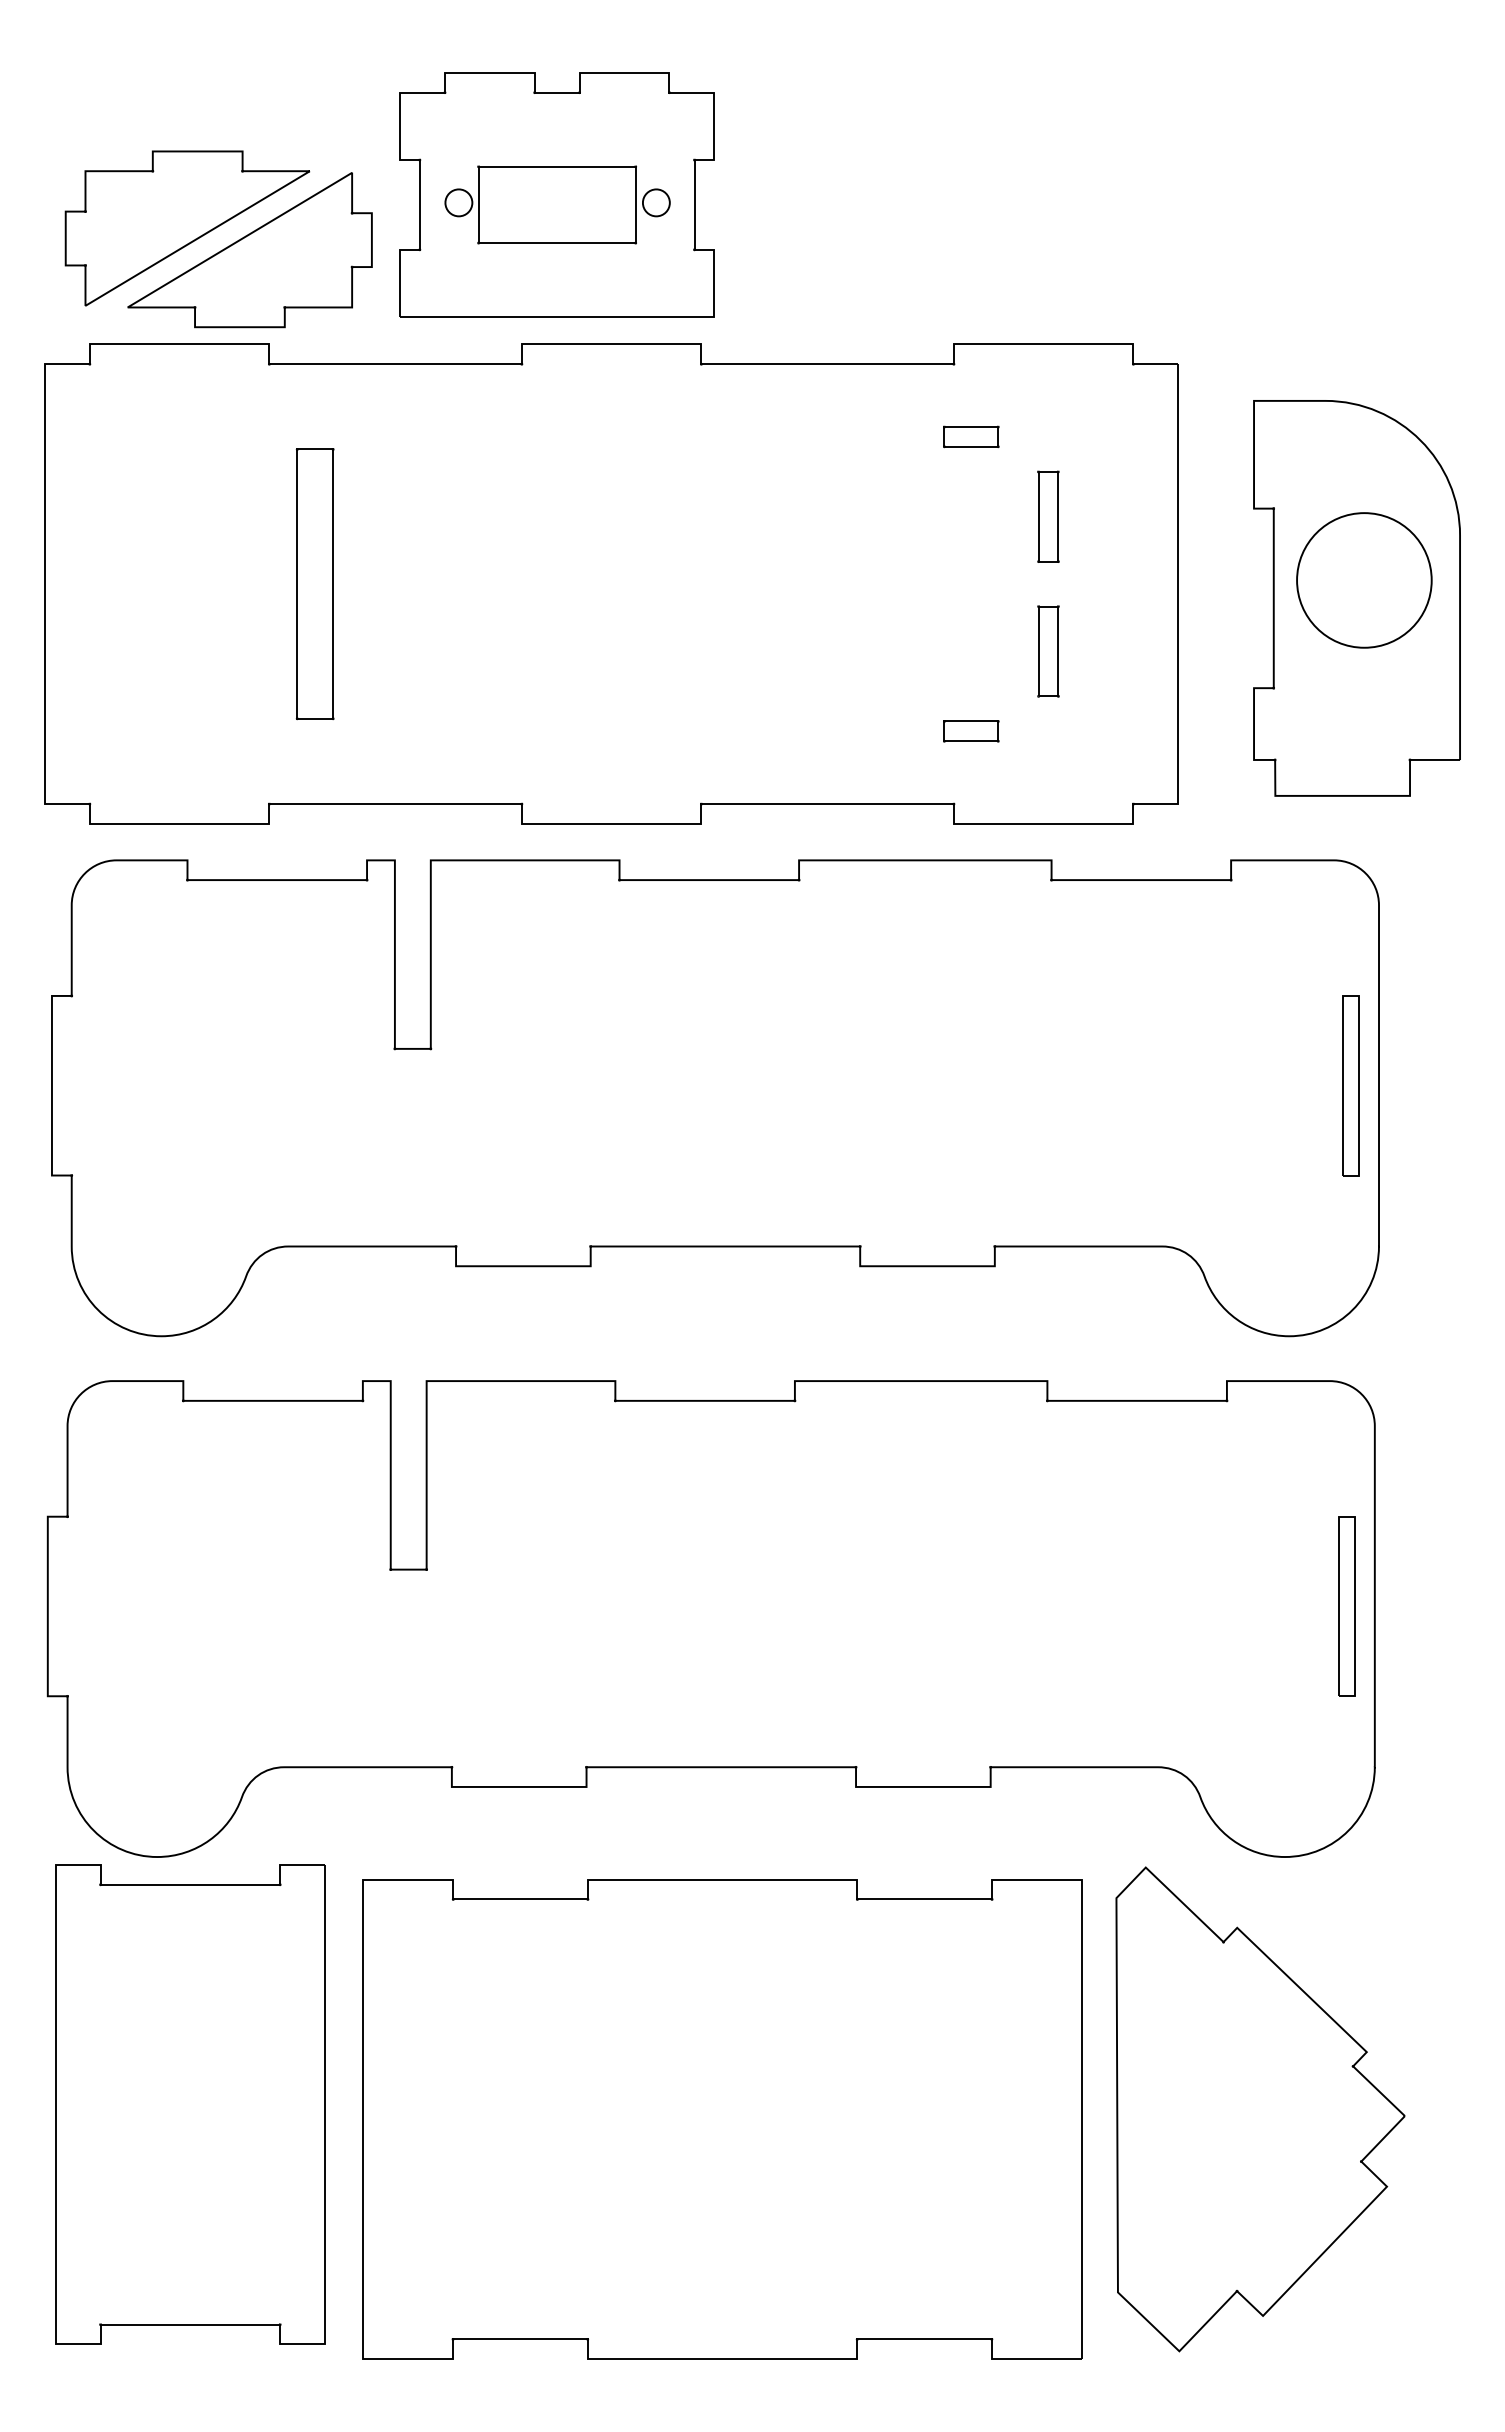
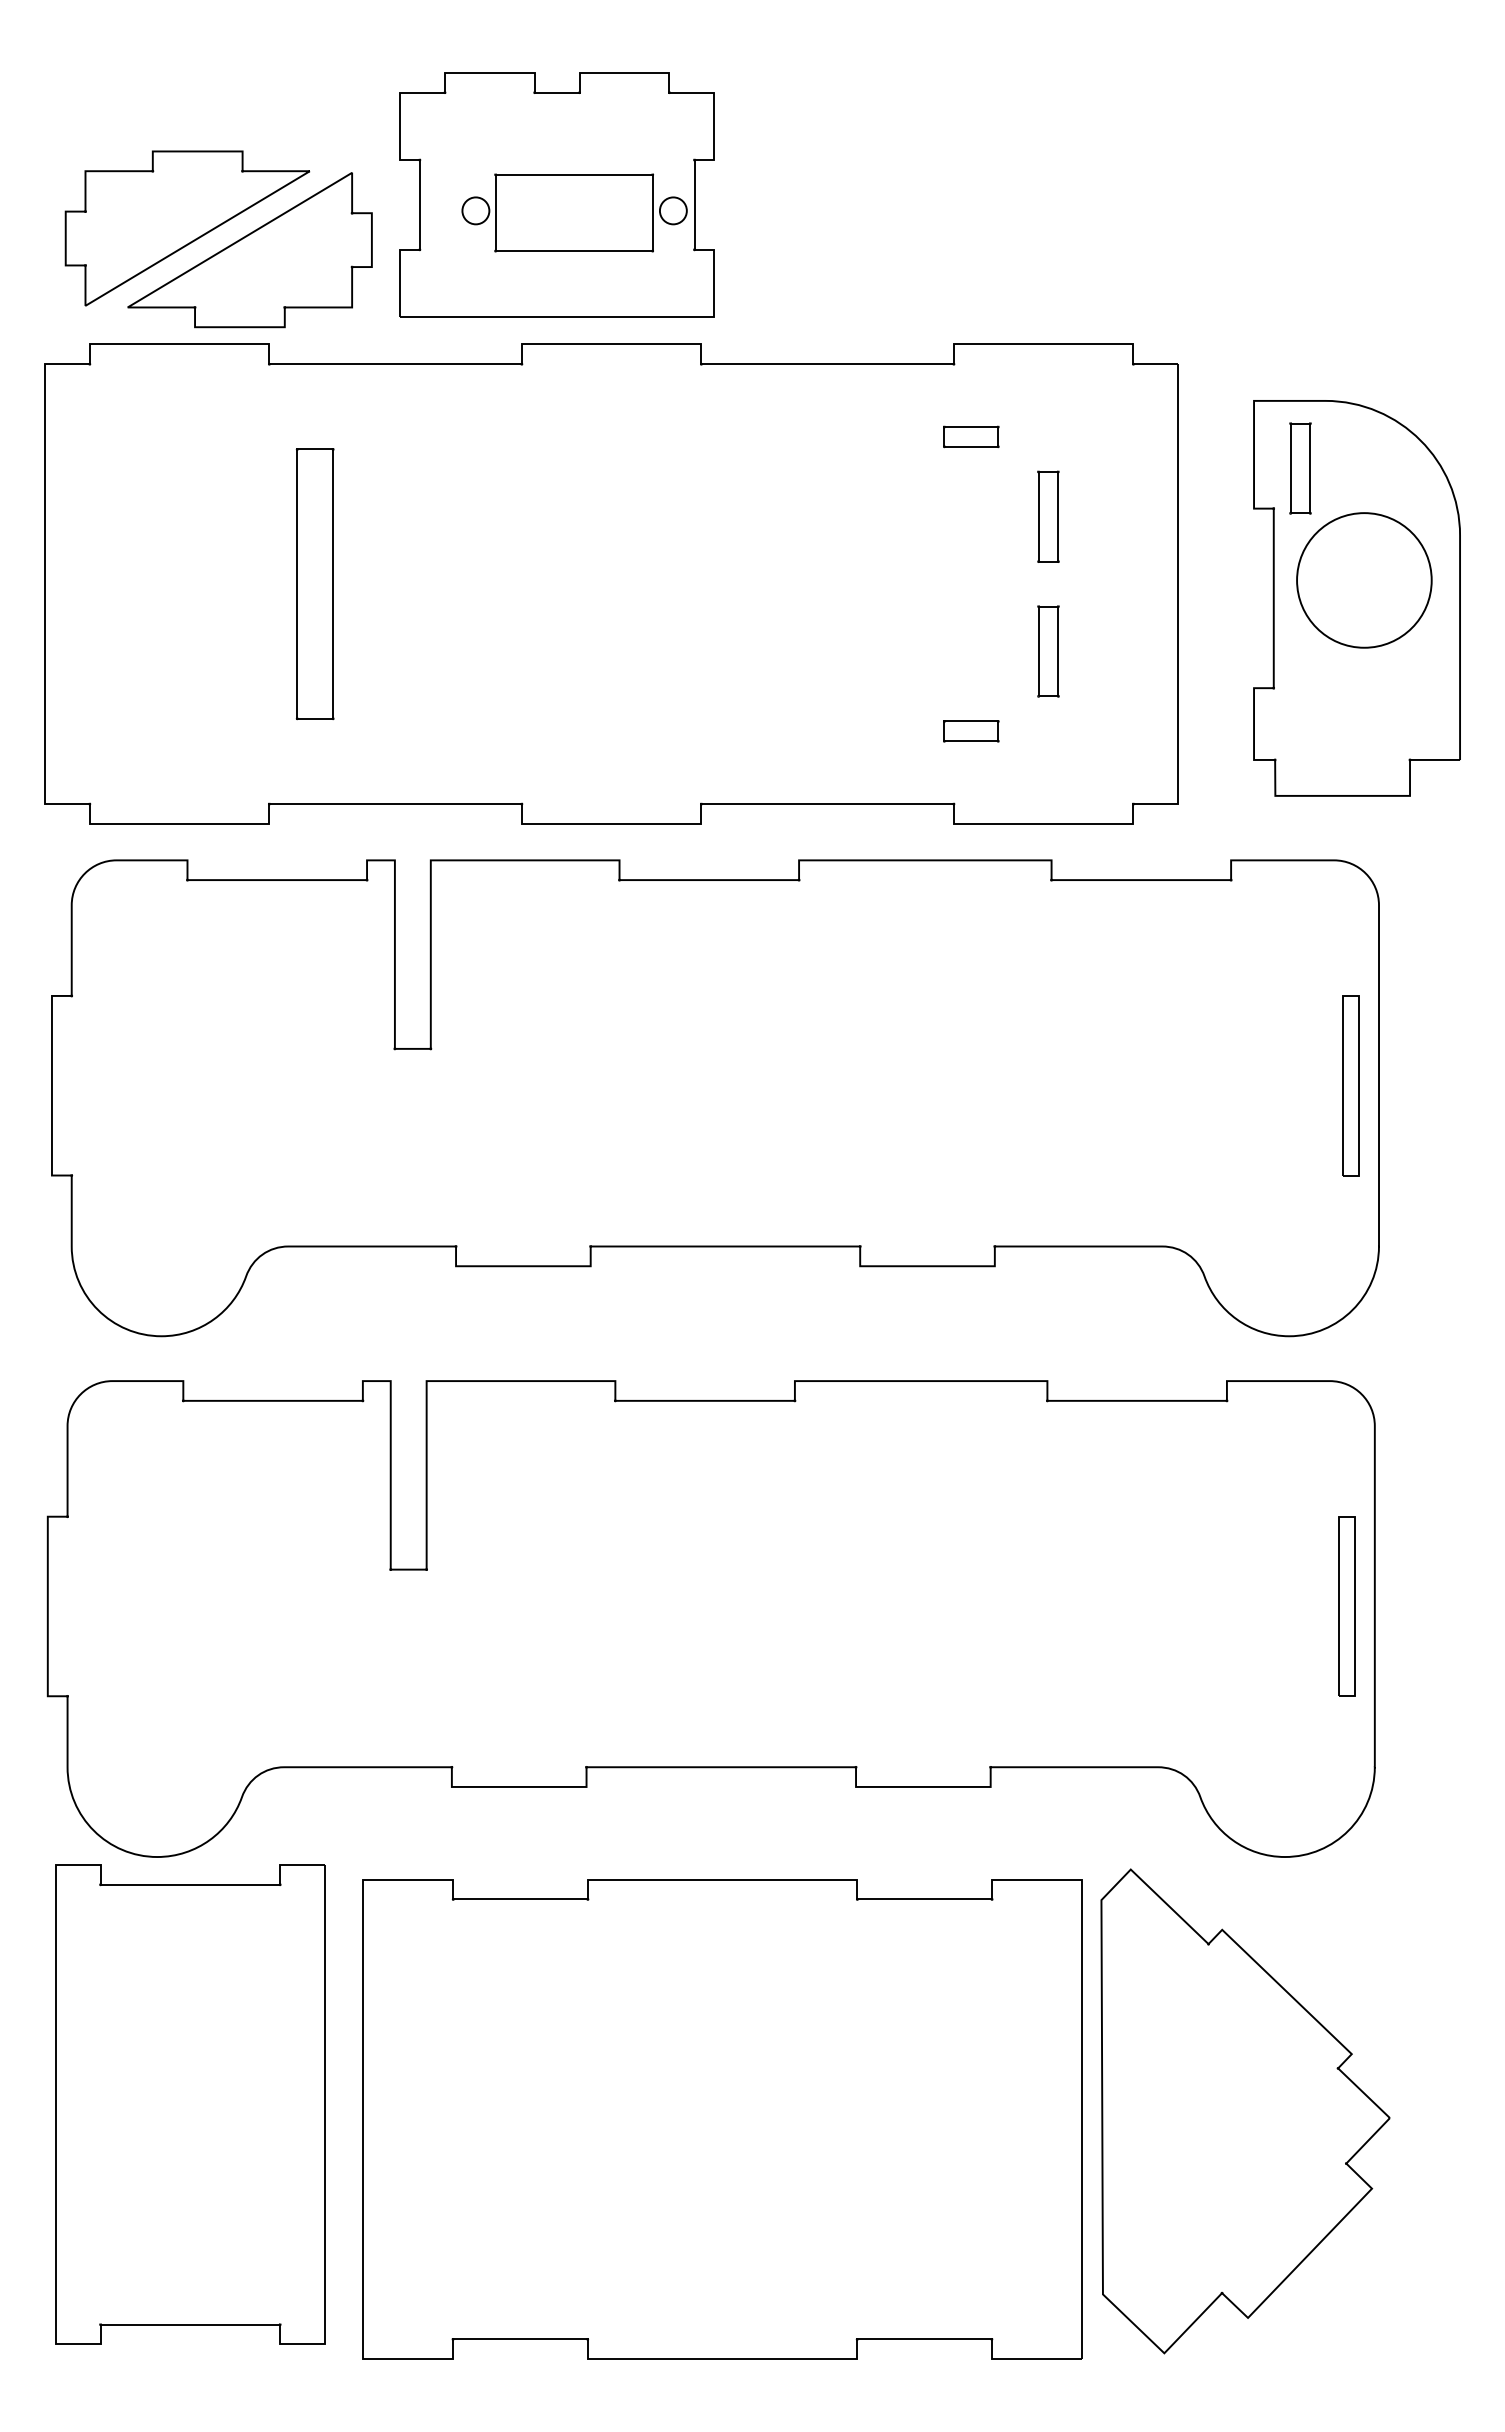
part at (557, 204) position: (557, 204) -> (574, 212)
part at (1300, 468): none -> present
part at (1260, 2109) position: (1260, 2109) -> (1245, 2111)
